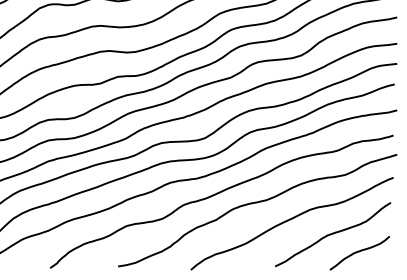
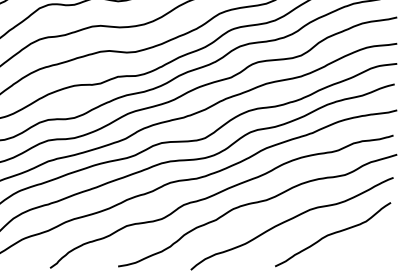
curve at (359, 252): present -> none
